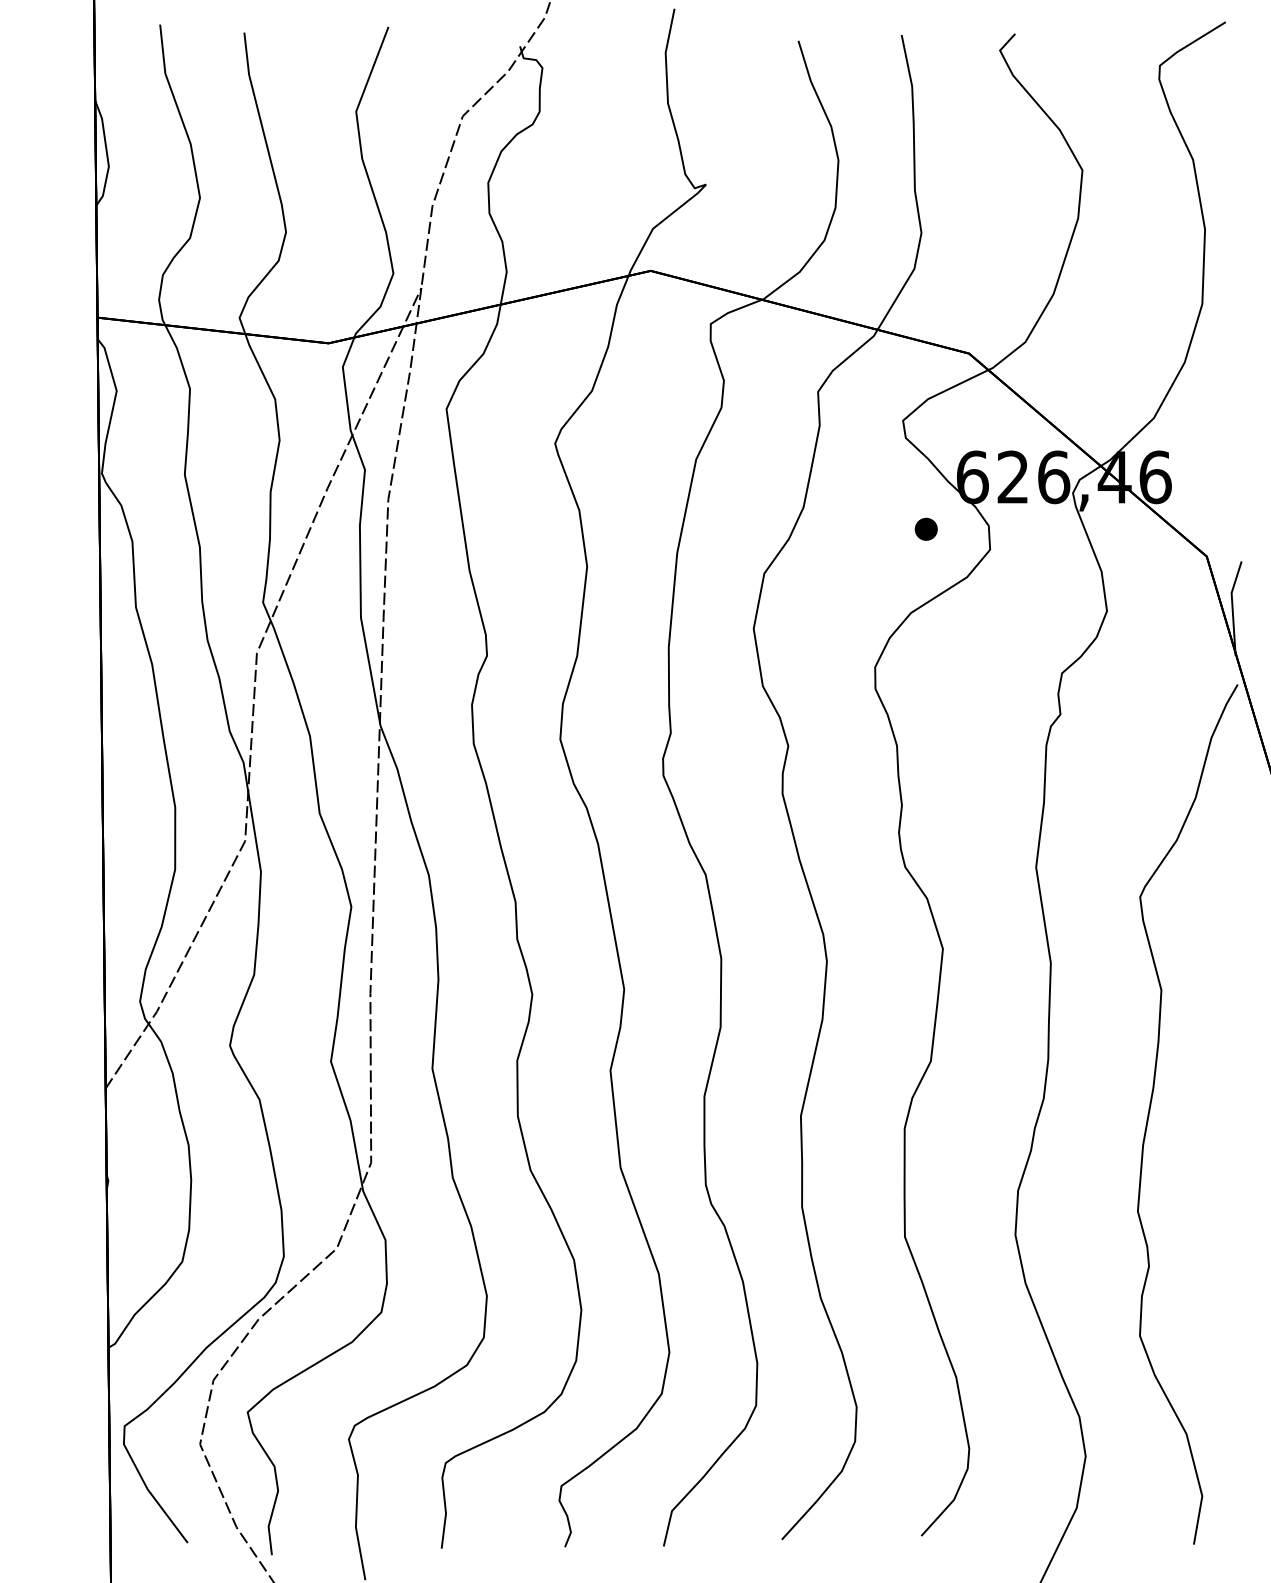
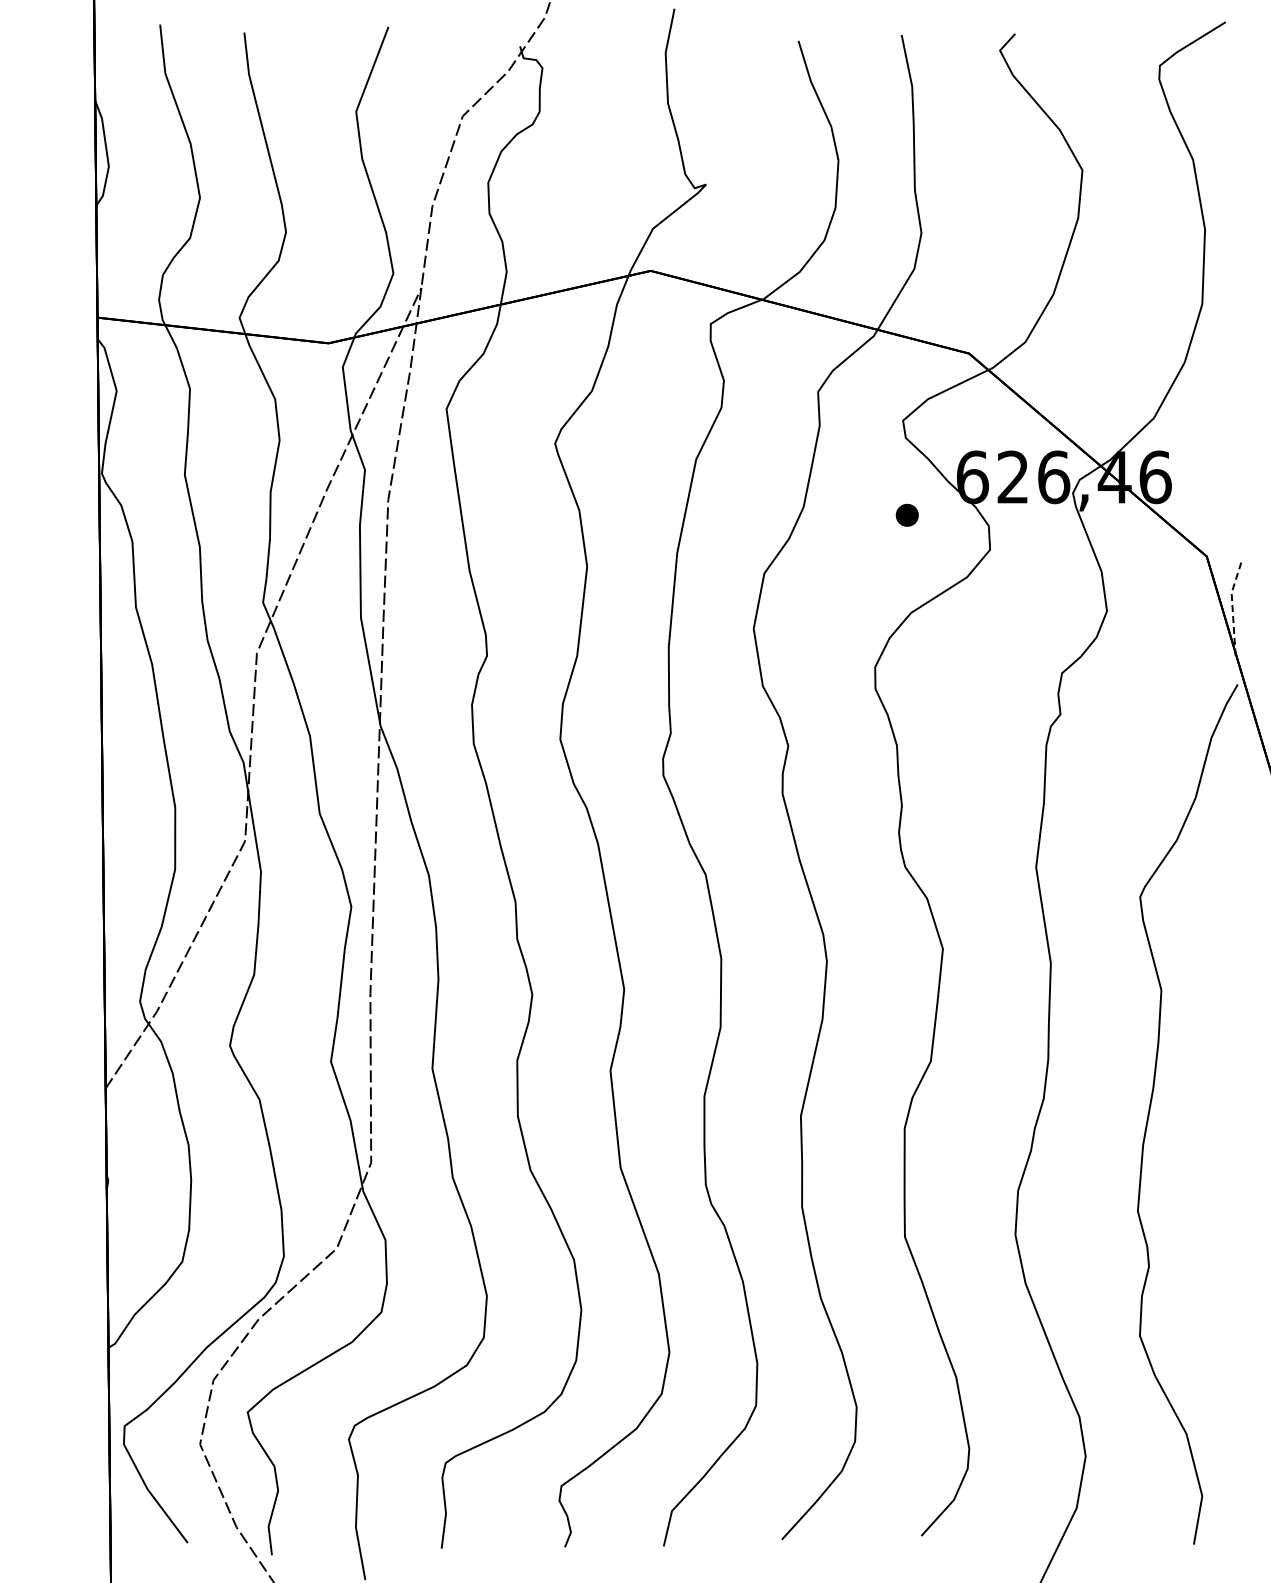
part at (925, 528) position: (925, 528) -> (906, 514)
line at (1232, 606): solid -> dashed
